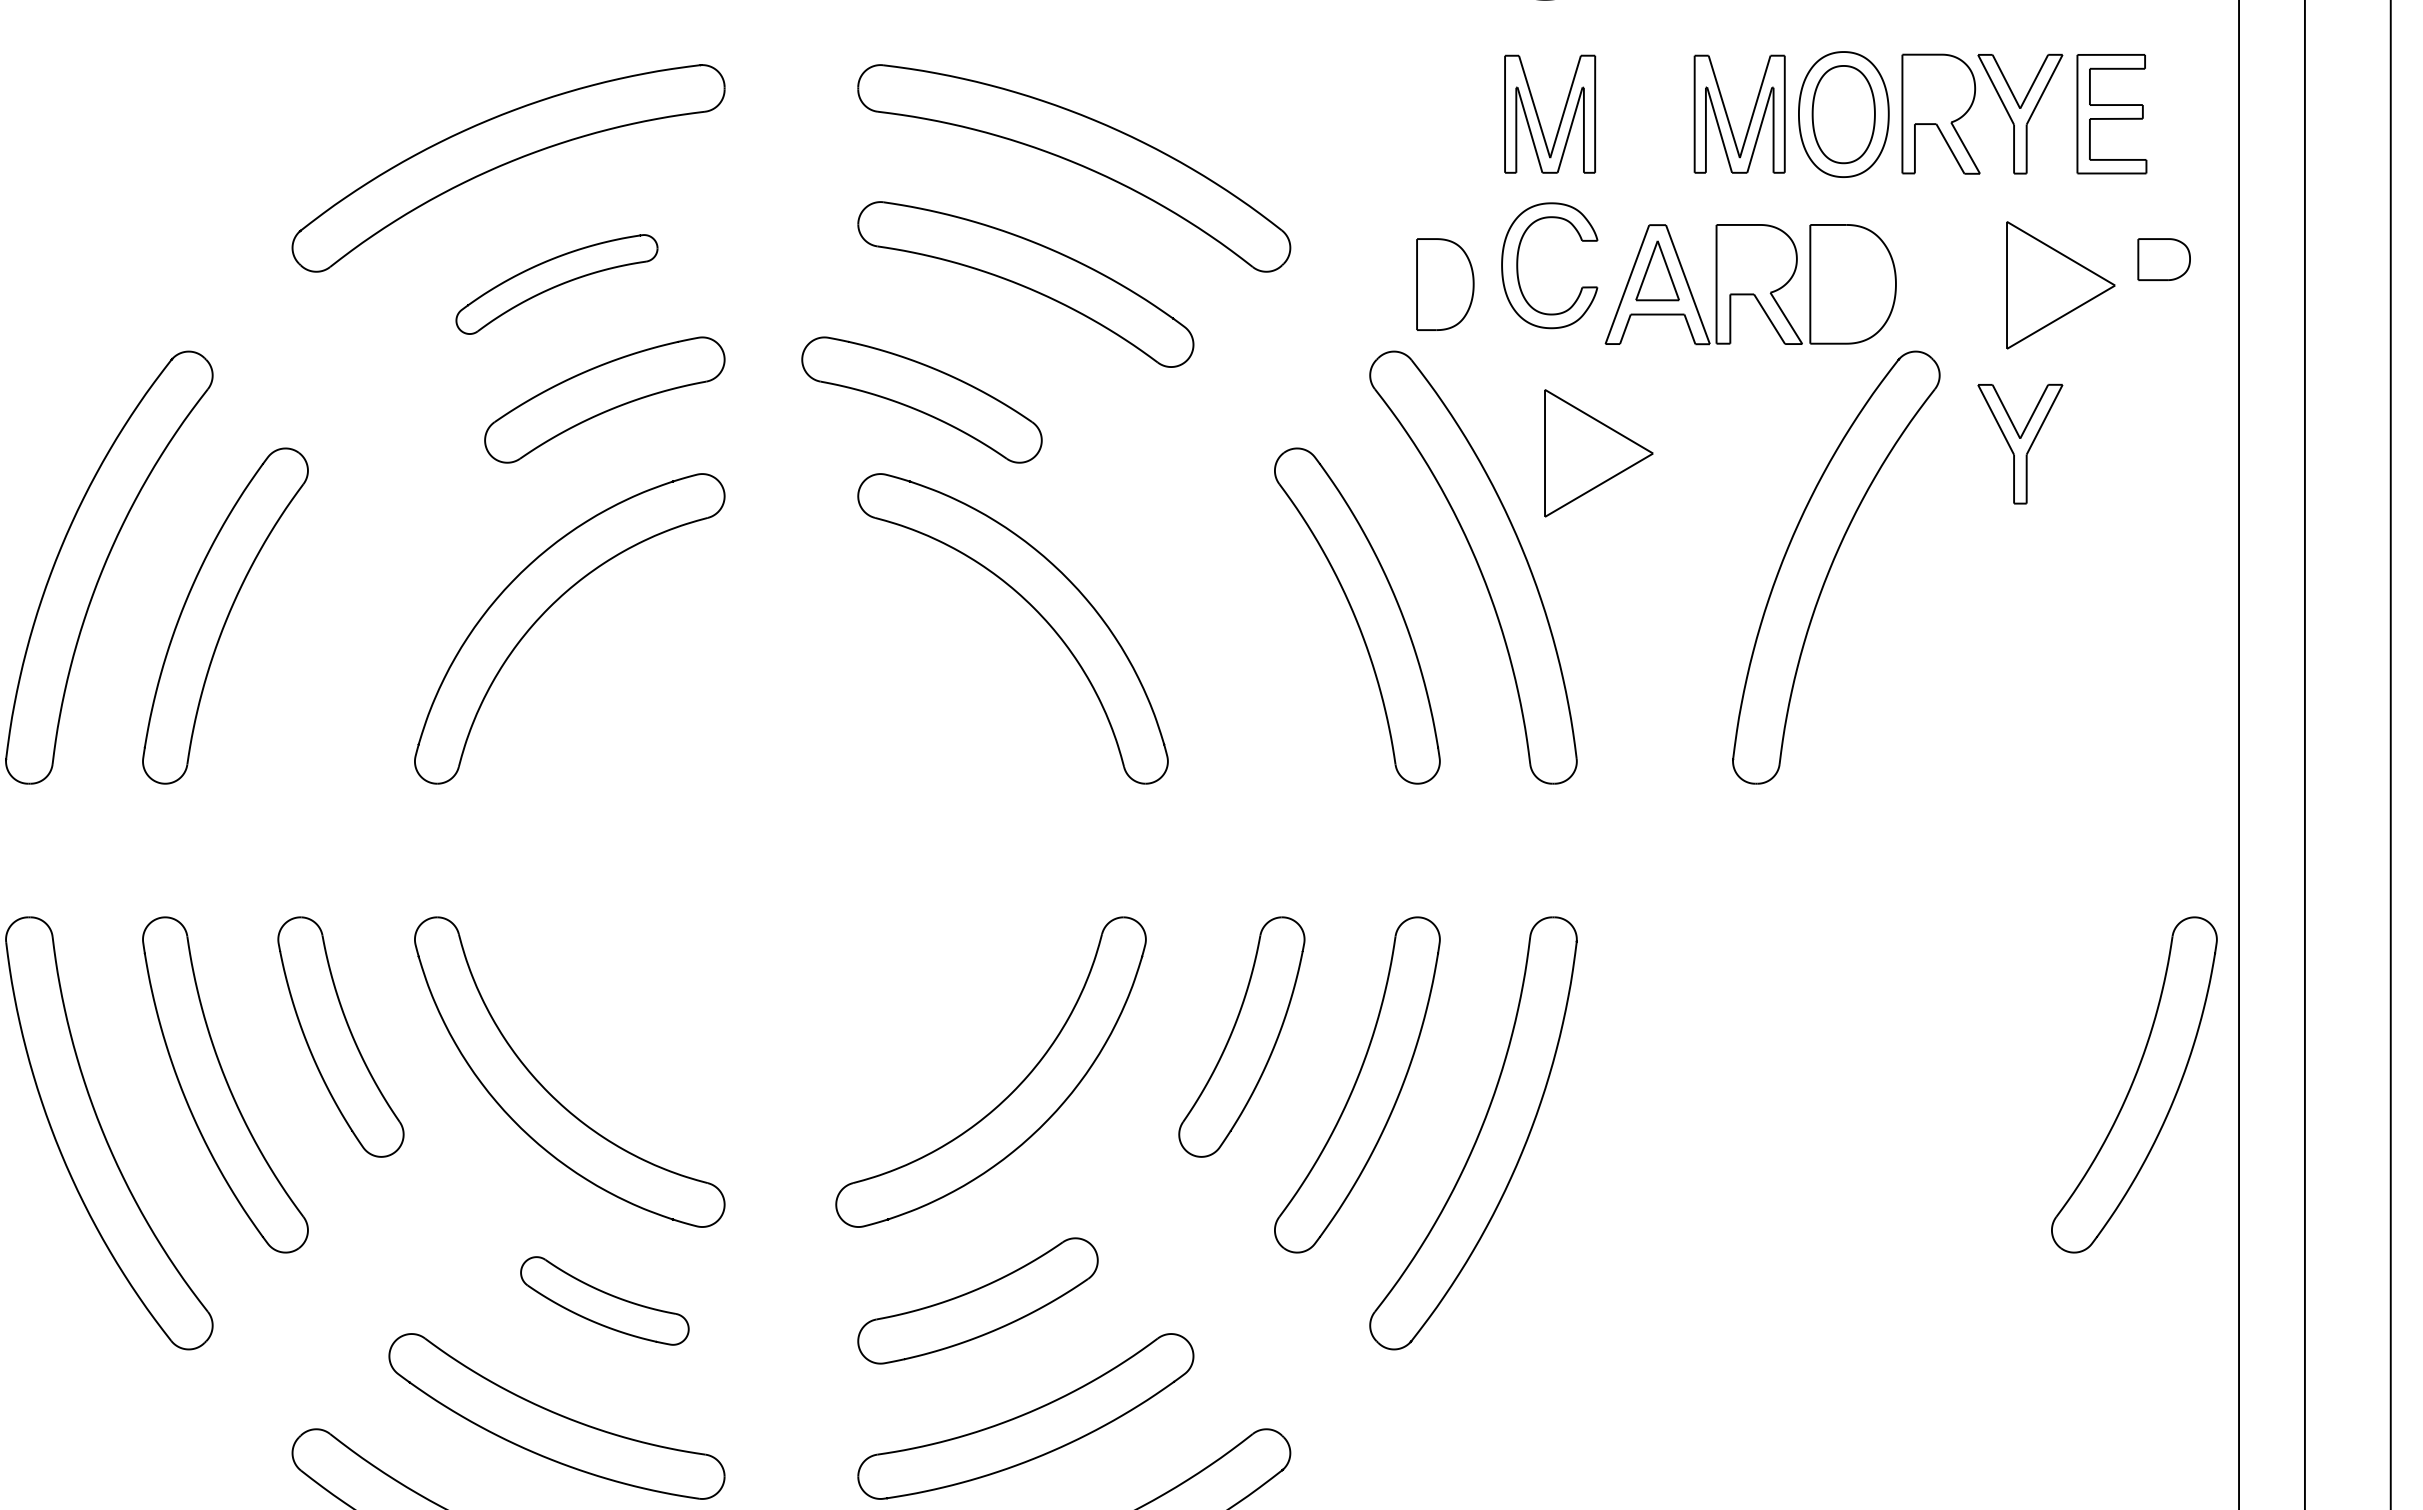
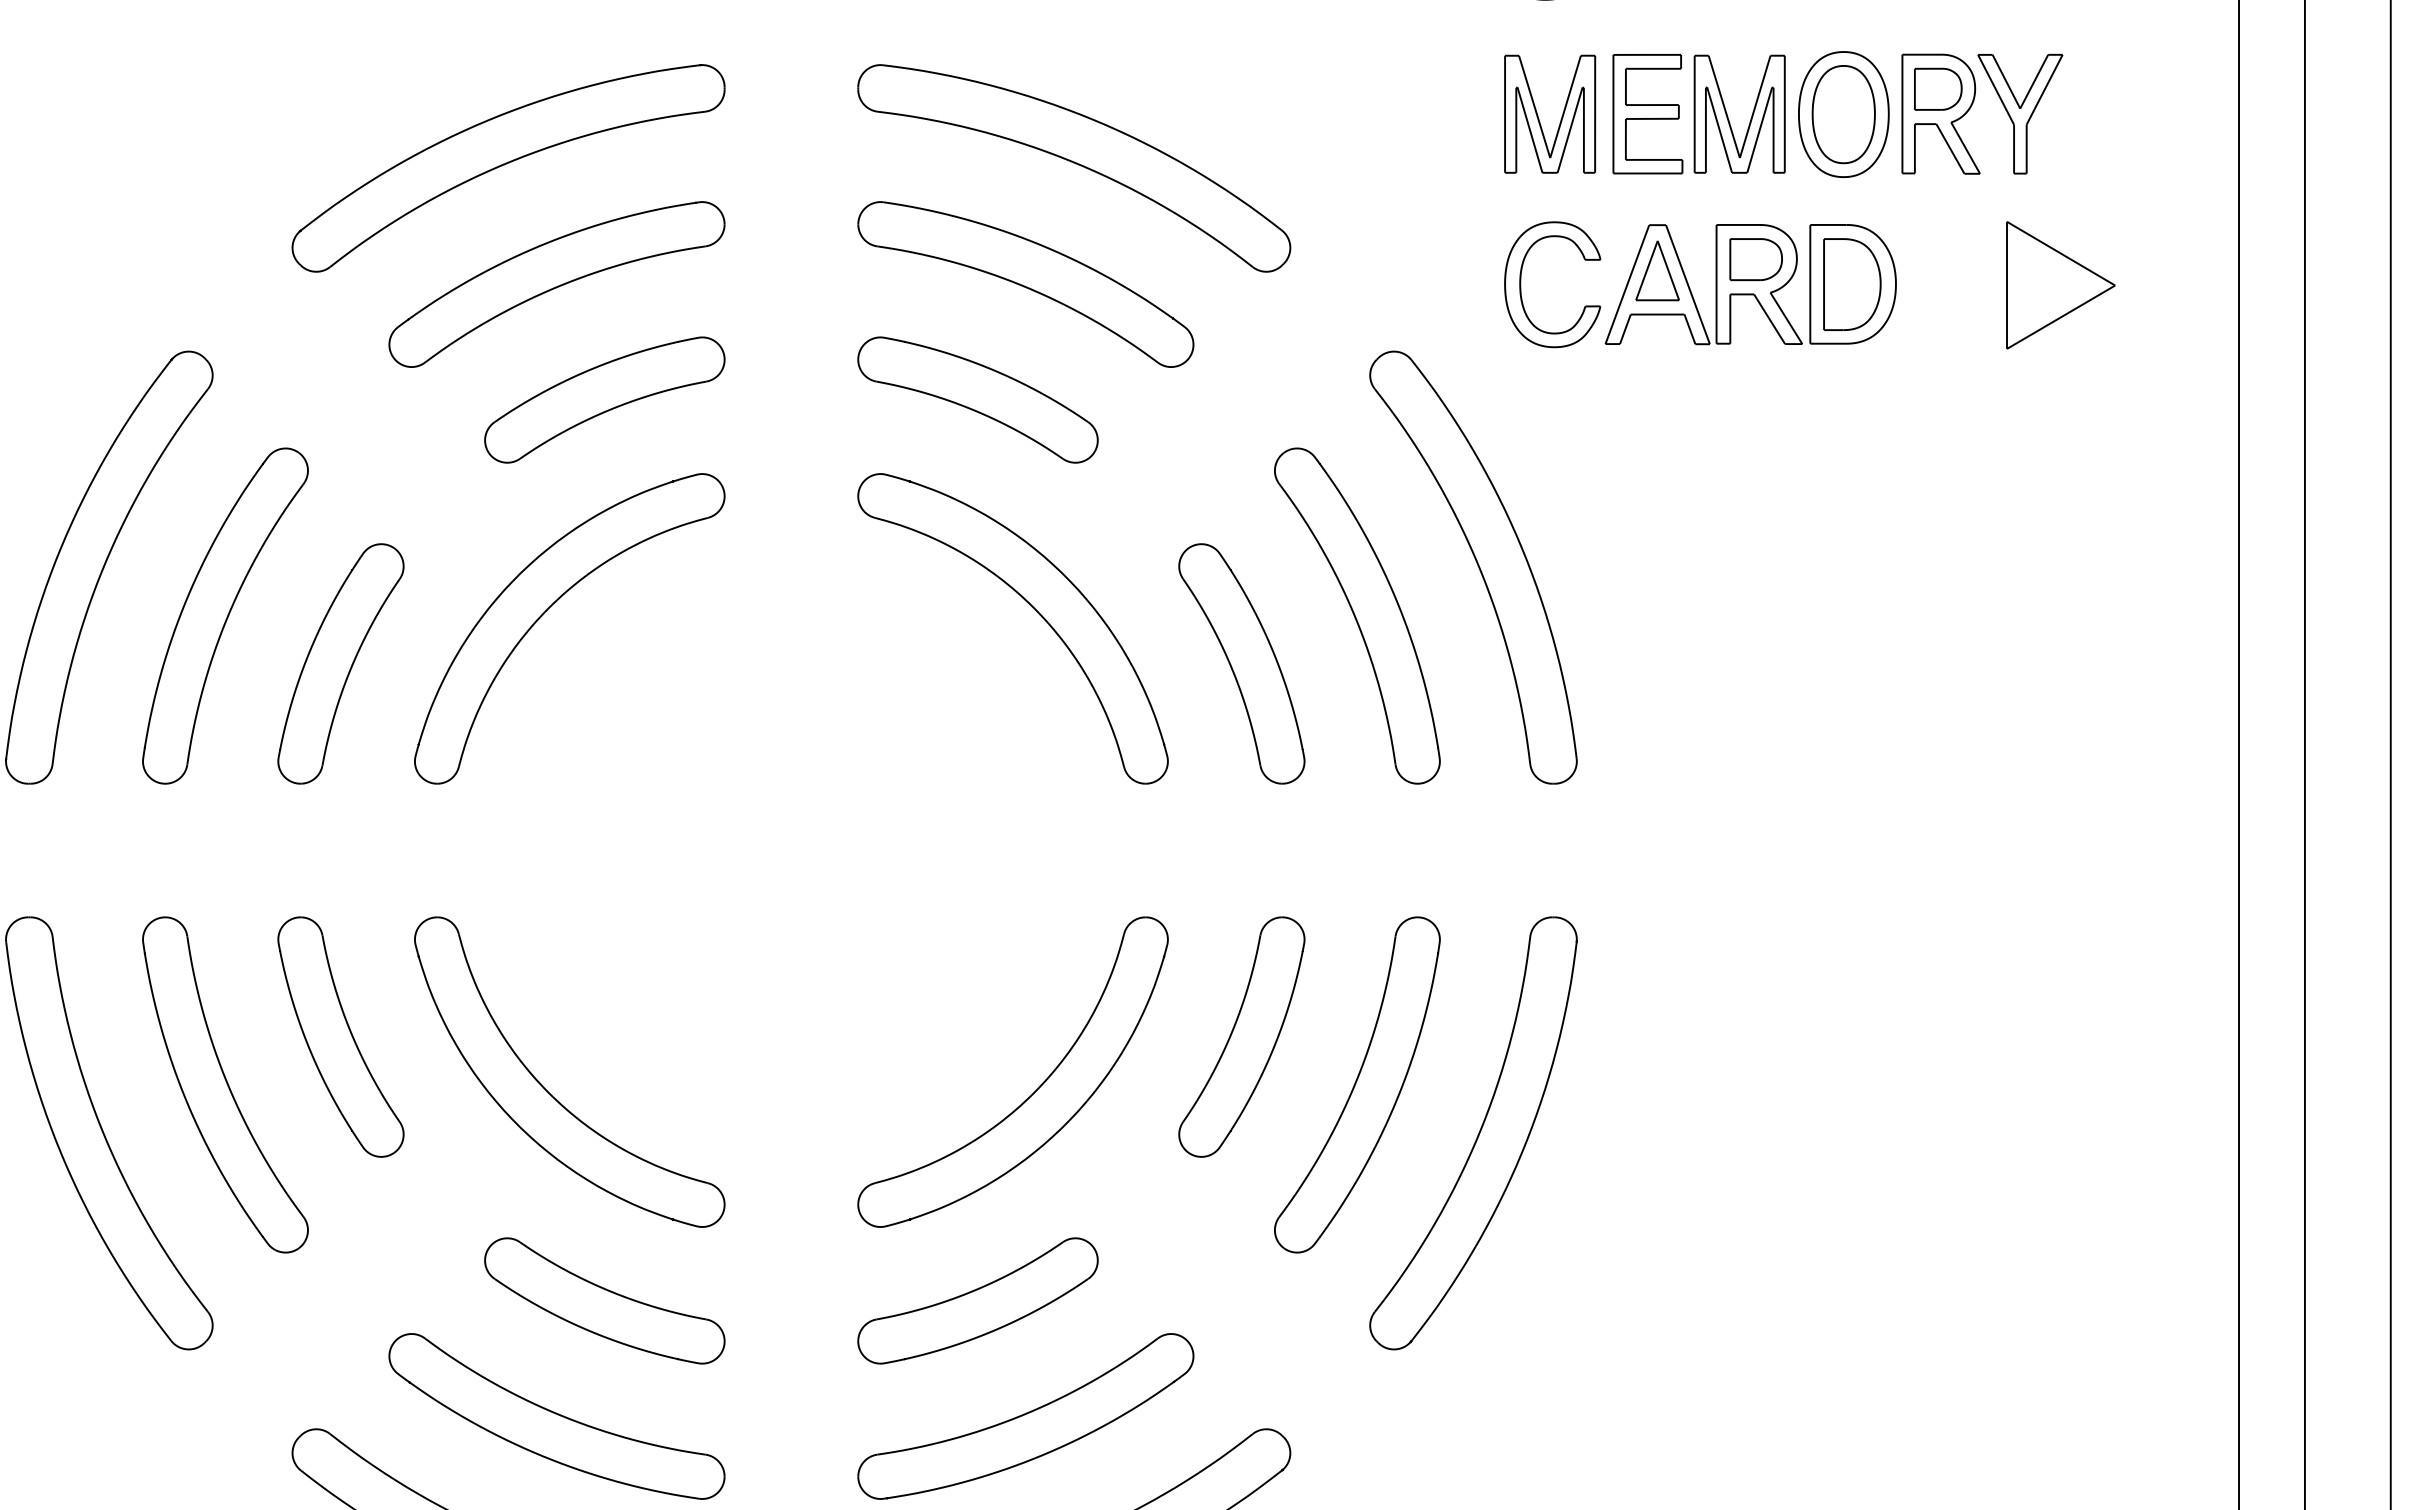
part at (1938, 88): none -> present
part at (2111, 114) position: (2111, 114) -> (1647, 114)
part at (2163, 259) position: (2163, 259) -> (1755, 259)
part at (1518, 265) position: (1518, 265) -> (1521, 284)
part at (556, 284) size: 204x101 px -> 338x167 px
part at (1445, 284) position: (1445, 284) -> (1852, 284)
part at (921, 399) position: (921, 399) -> (977, 399)
part at (2020, 443): present -> none
part at (1598, 453): present -> none
part at (1836, 567): present -> none
part at (340, 663): none -> present
part at (1241, 663): none -> present
part at (2134, 1084): present -> none
part at (1011, 1092) position: (1011, 1092) -> (1033, 1092)
part at (604, 1300) size: 170x90 px -> 242x128 px
